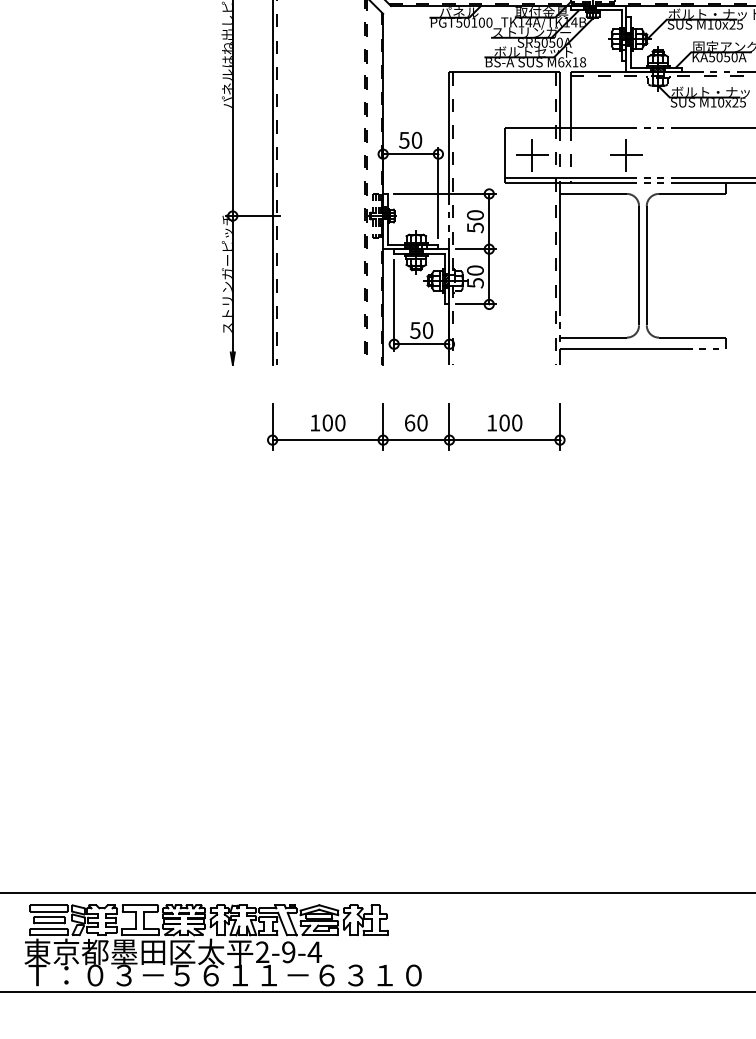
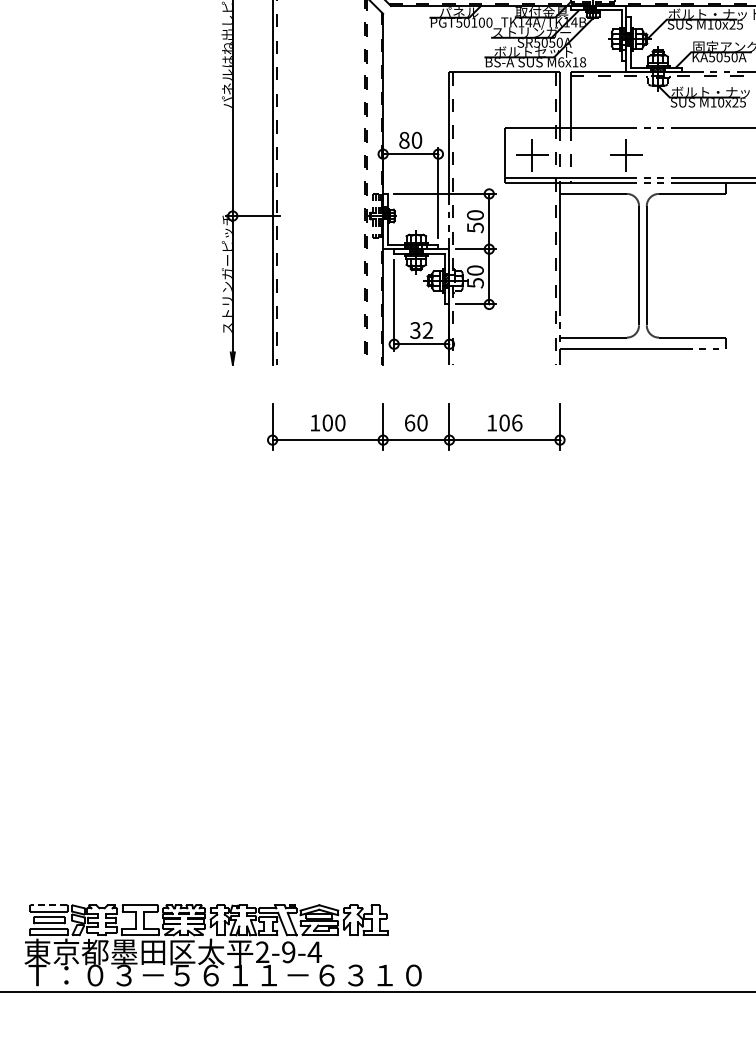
text at (404, 139): 50 -> 80
text at (421, 330): 50 -> 32
text at (517, 422): 100 -> 106
line at (377, 892): present -> none
line at (48, 905): solid -> dashed
